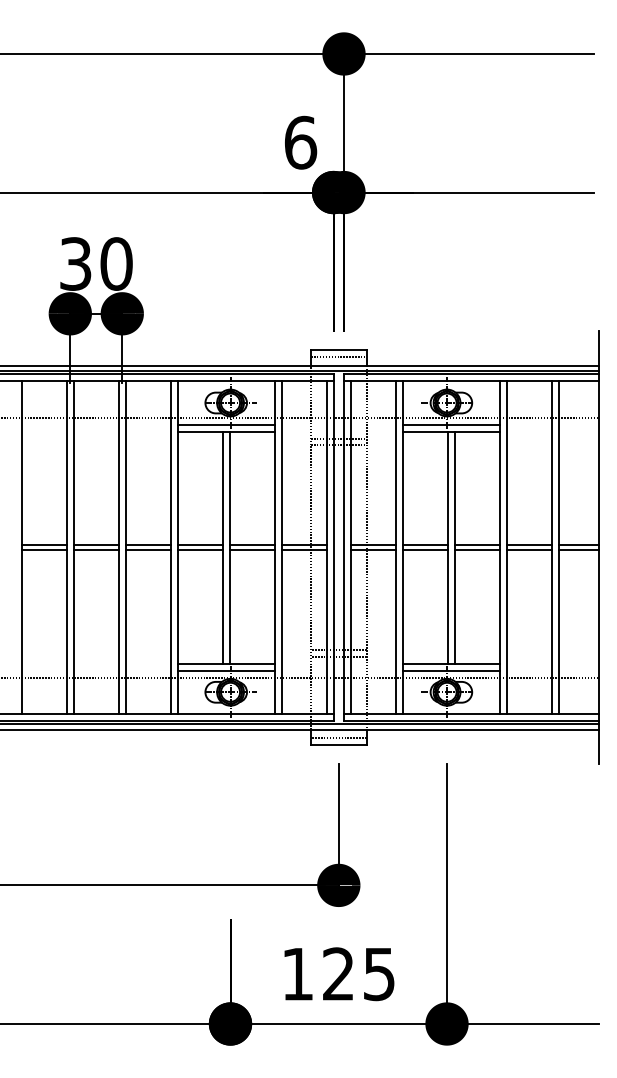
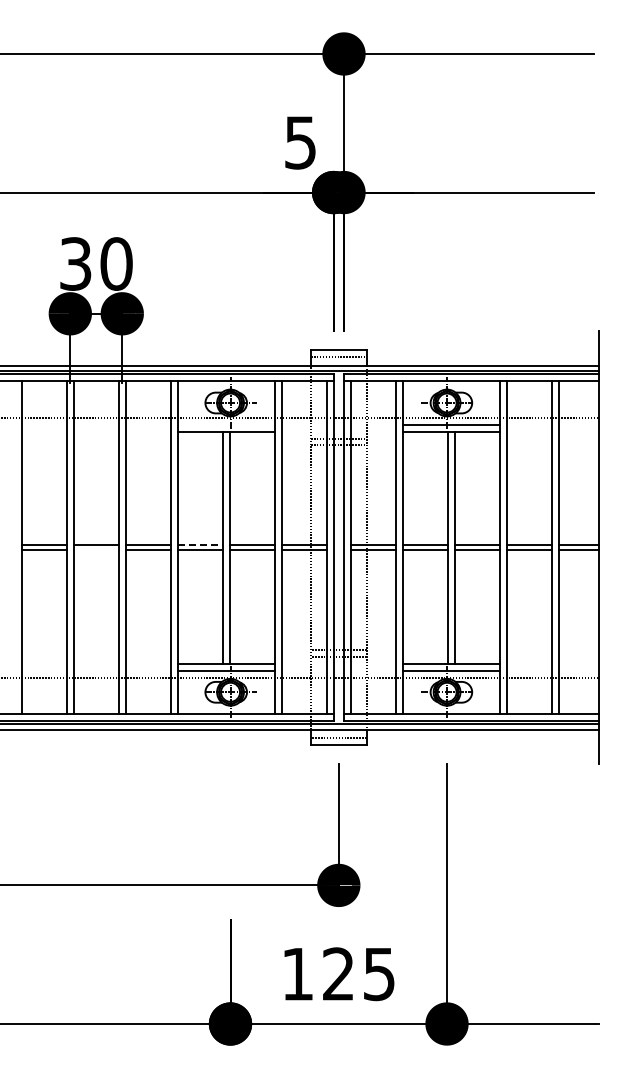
text at (301, 142): 6 -> 5
line at (225, 424): present -> none
line at (200, 545): solid -> dashed
line at (95, 550): present -> none
